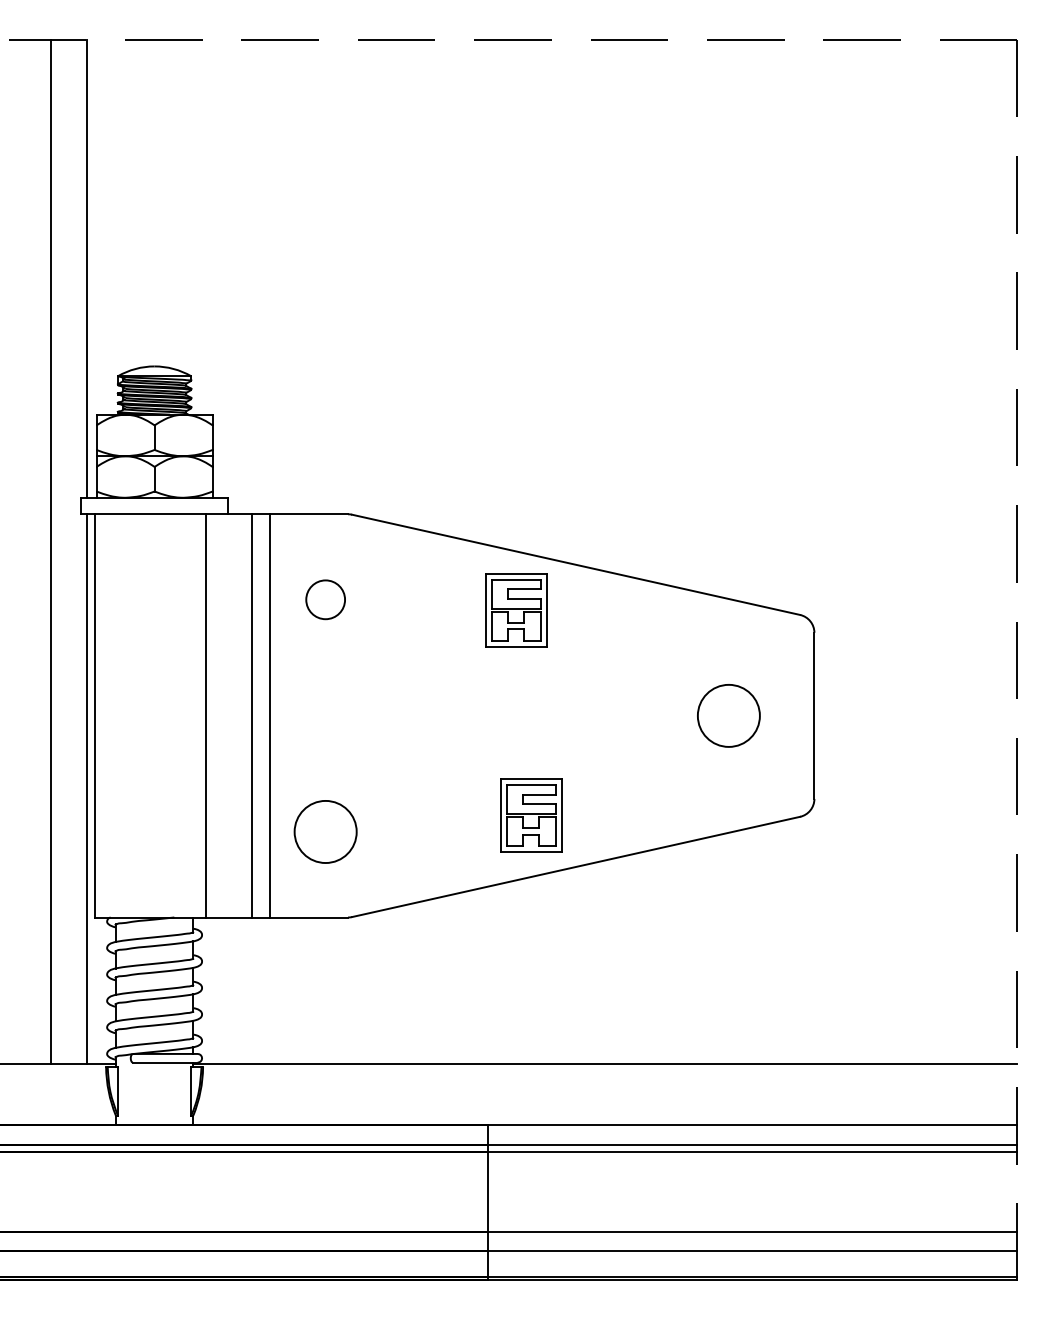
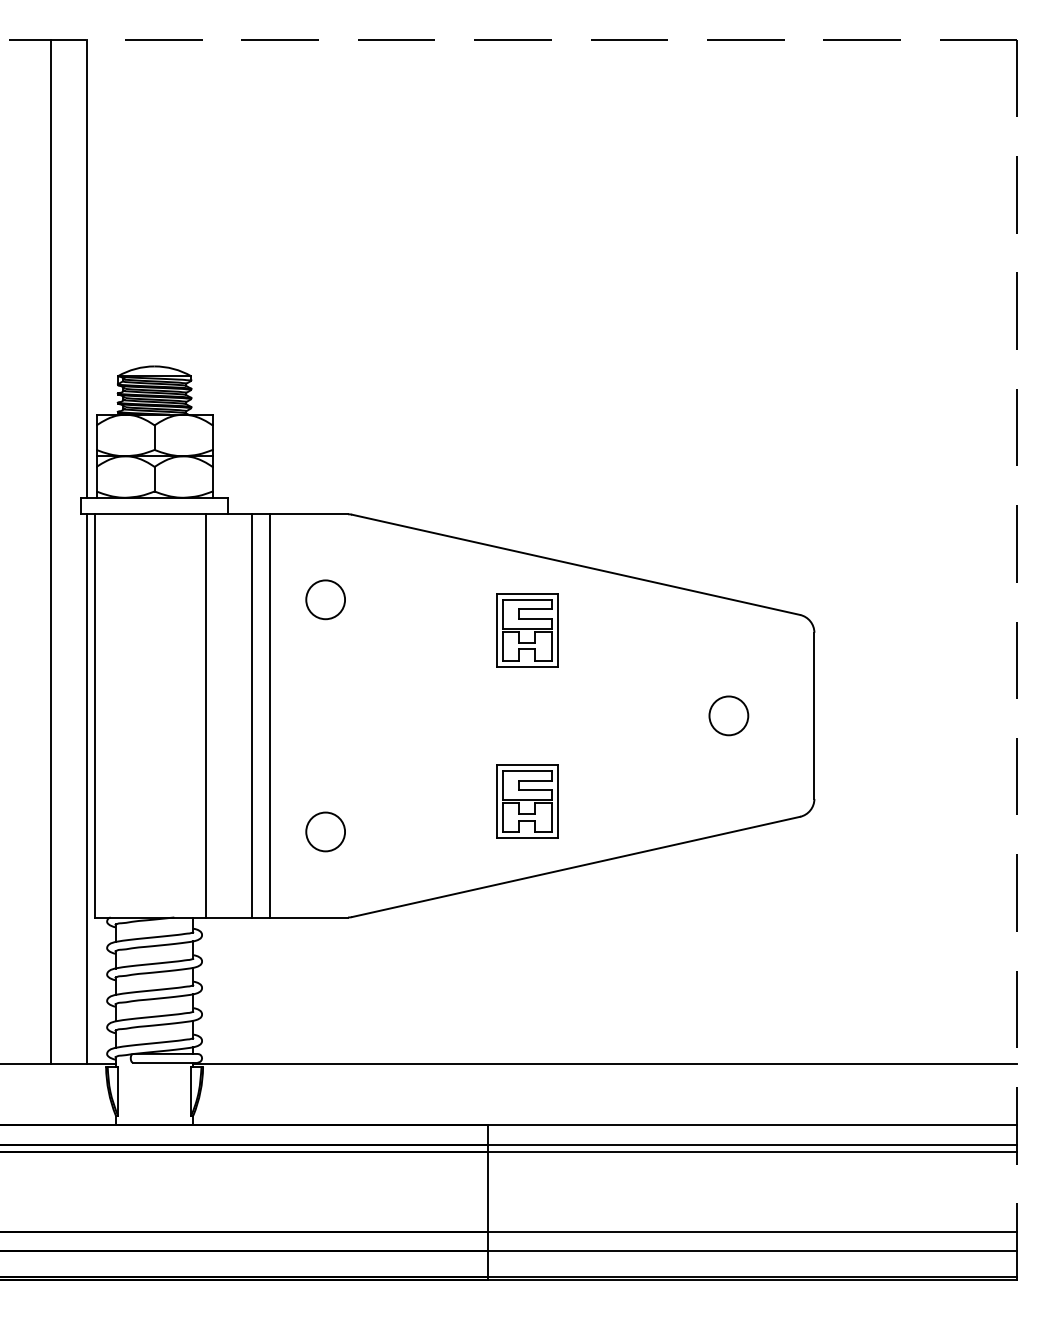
part at (516, 610) position: (516, 610) -> (527, 630)
circle at (728, 715) diameter: 62 px -> 39 px
part at (531, 815) position: (531, 815) -> (527, 801)
circle at (325, 831) diameter: 62 px -> 39 px
